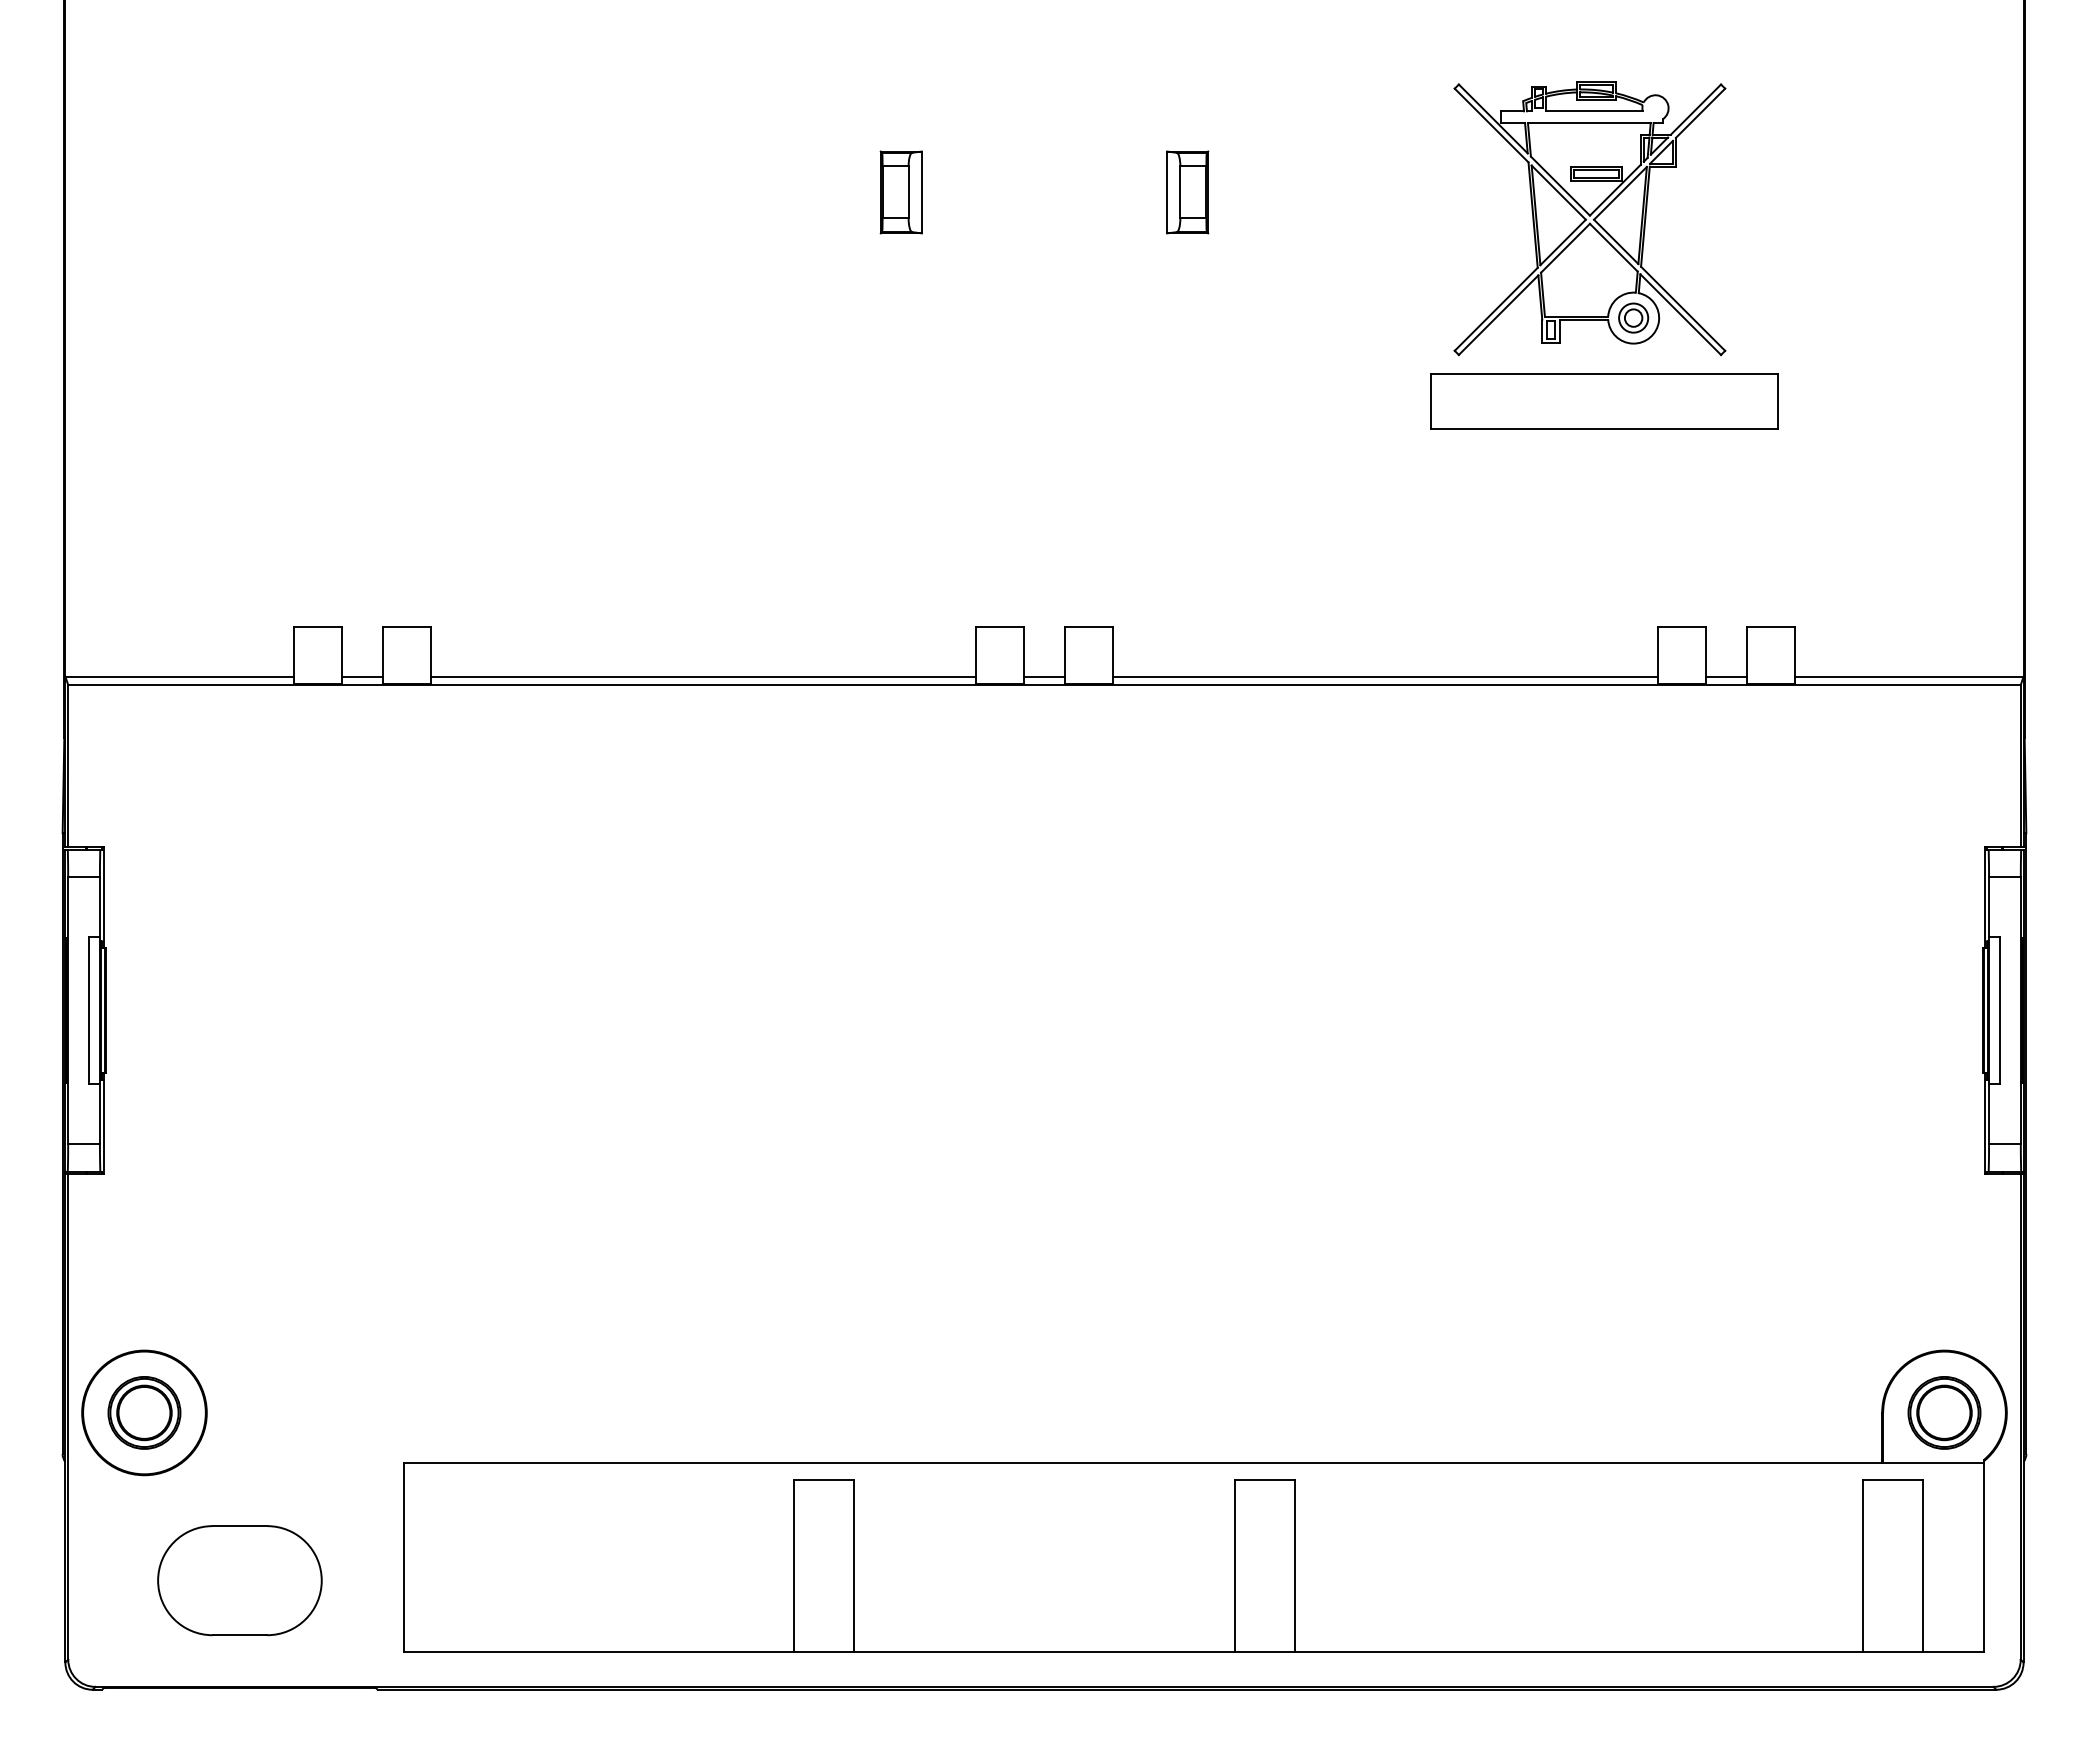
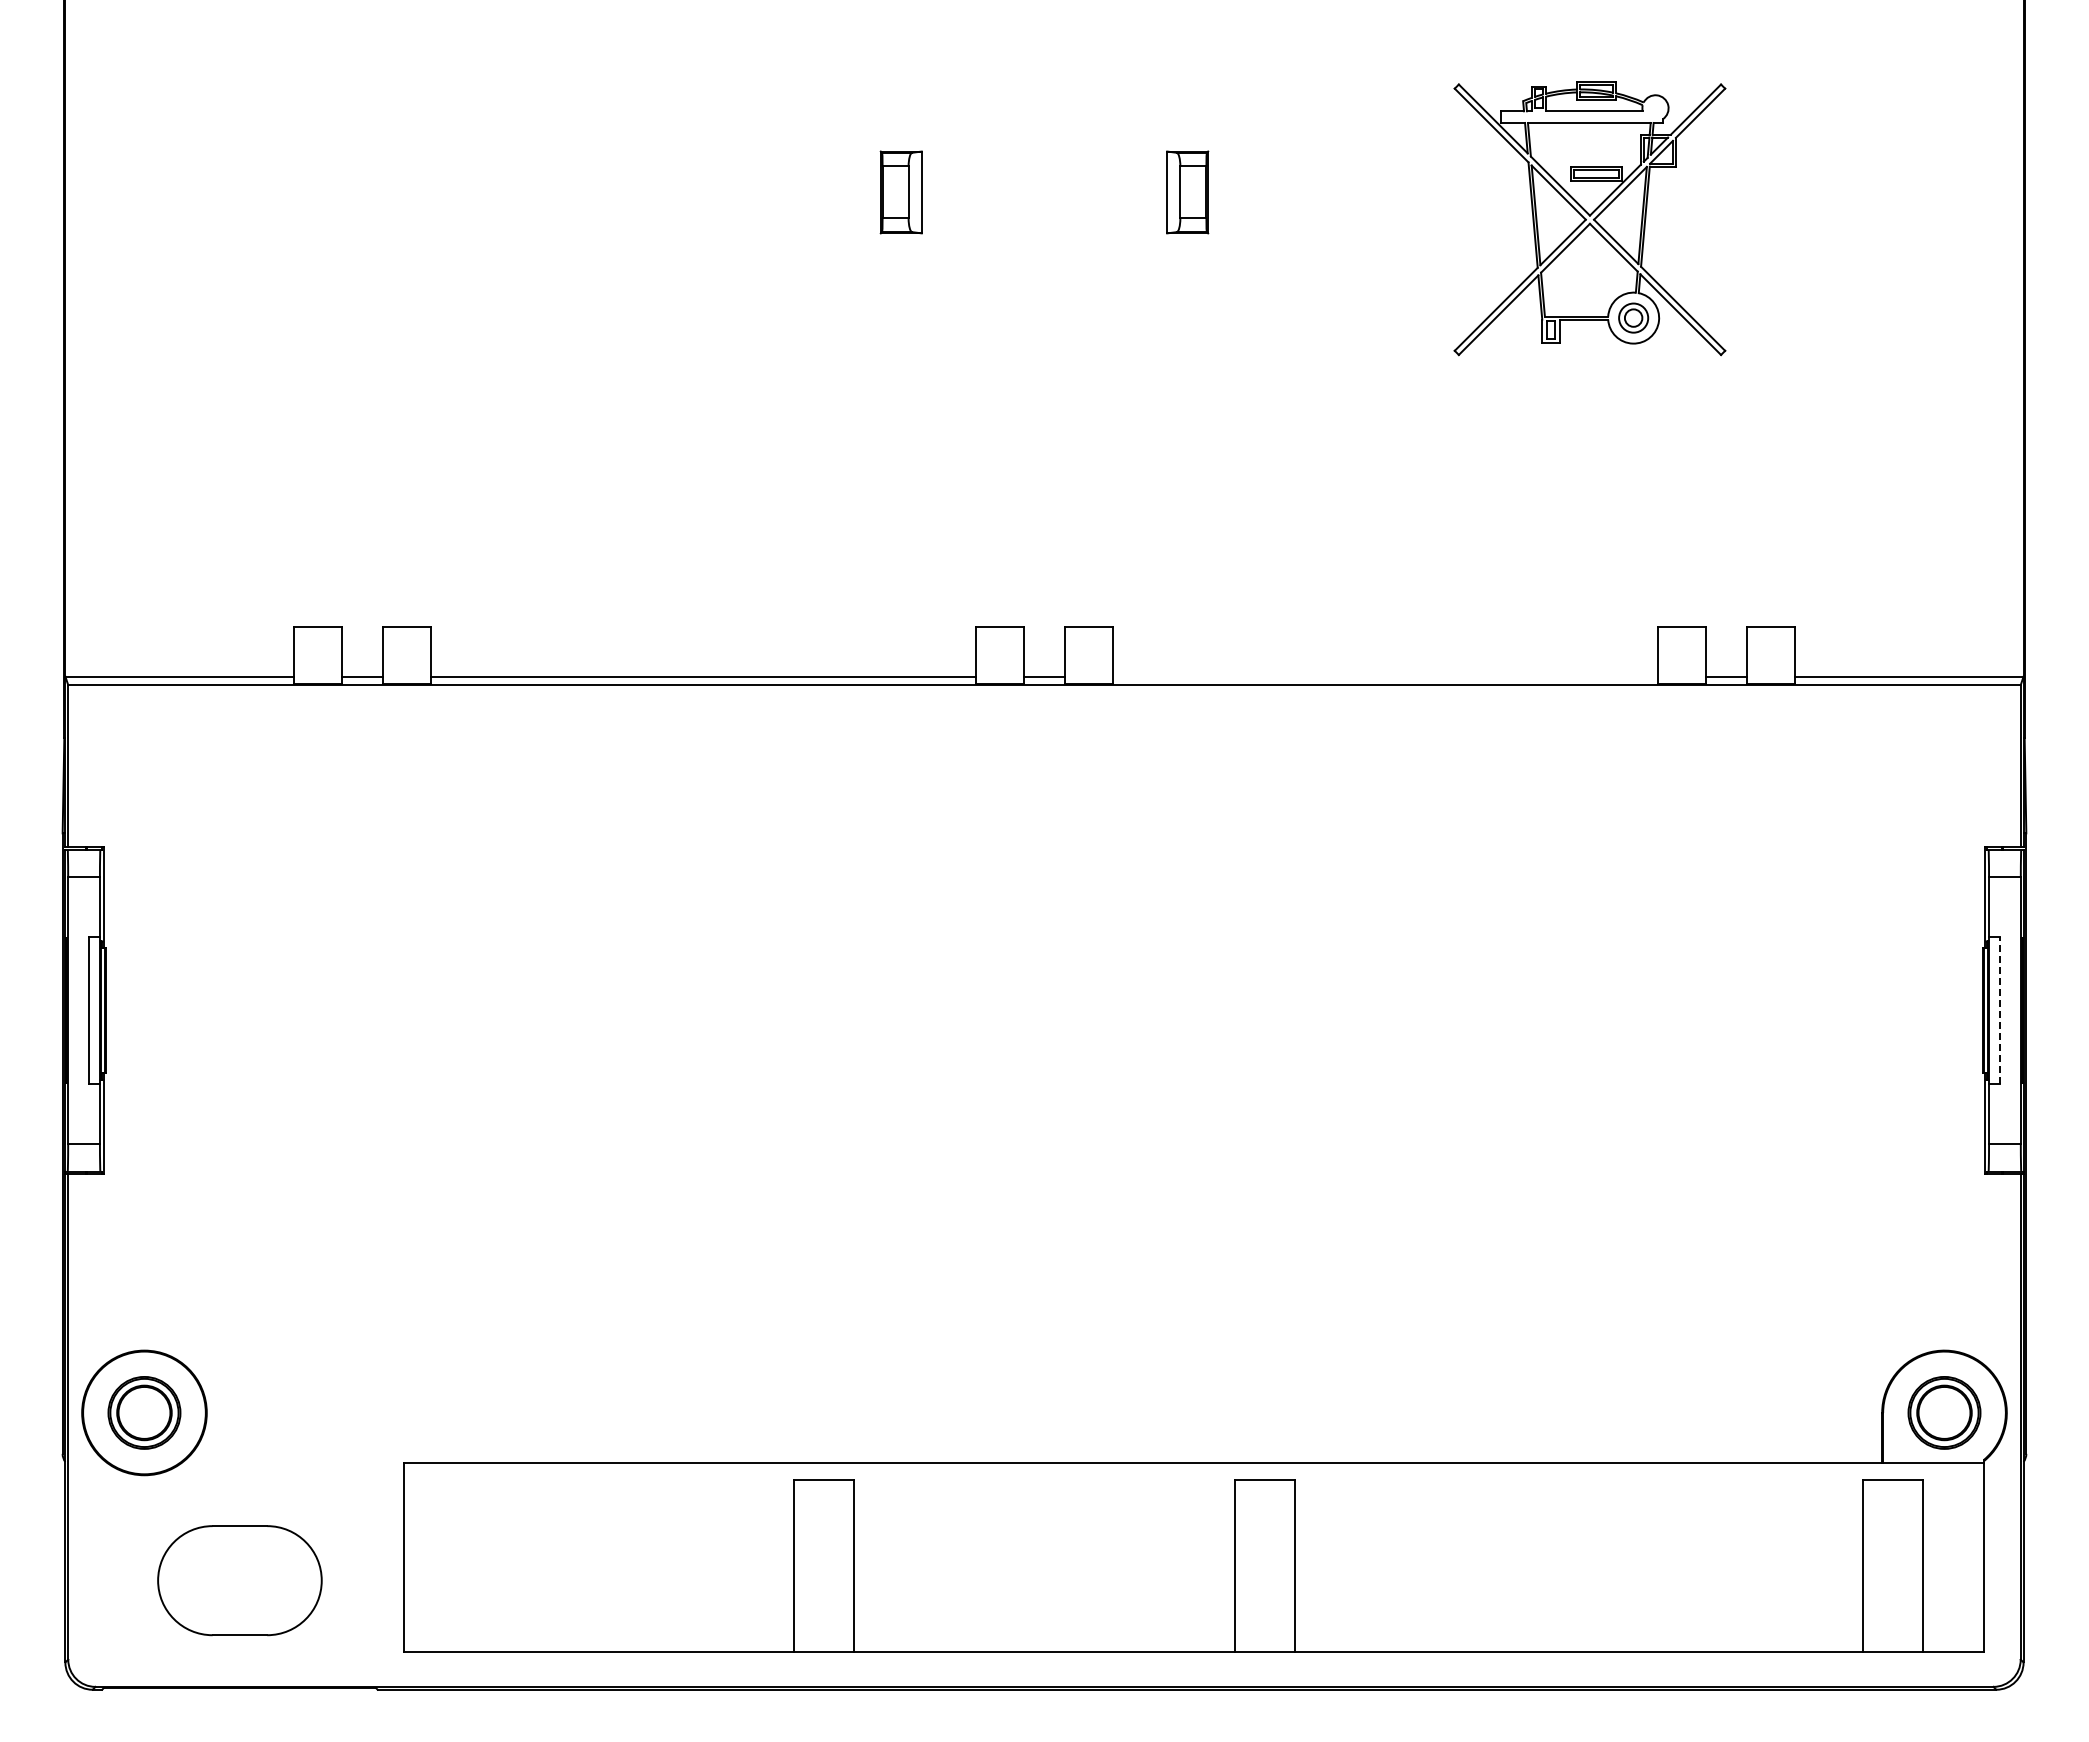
part at (1604, 401): present -> none
line at (1385, 676): present -> none
line at (1999, 1010): solid -> dashed
